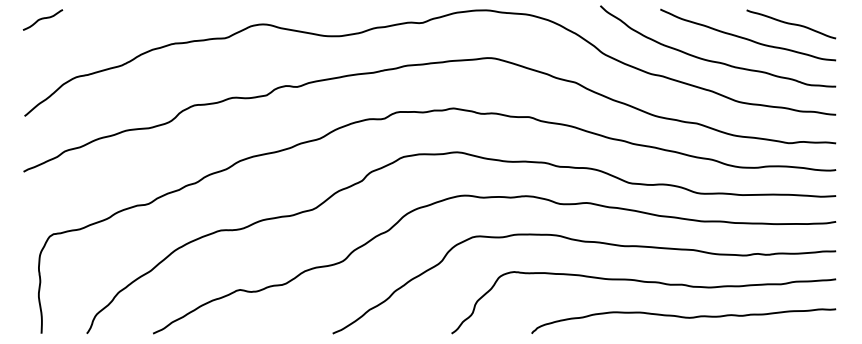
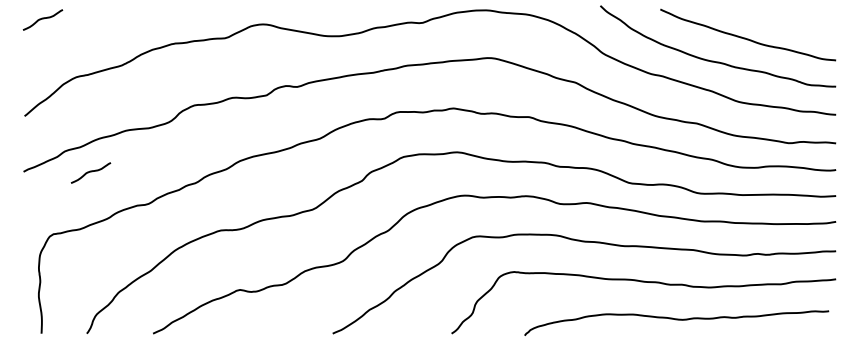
curve at (791, 24): present -> none
curve at (90, 172): none -> present
curve at (683, 318) position: (683, 318) -> (676, 320)
